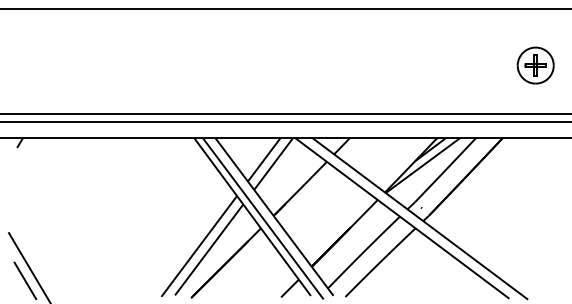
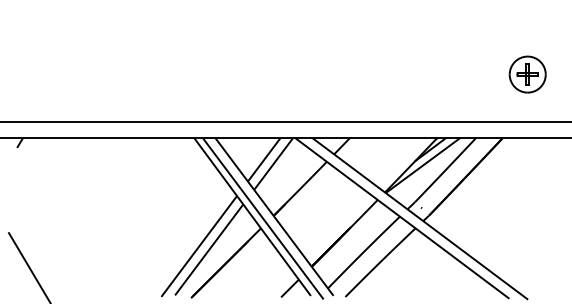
line at (285, 8): present -> none
part at (535, 65) position: (535, 65) -> (527, 74)
line at (285, 113): present -> none
line at (25, 280): present -> none
